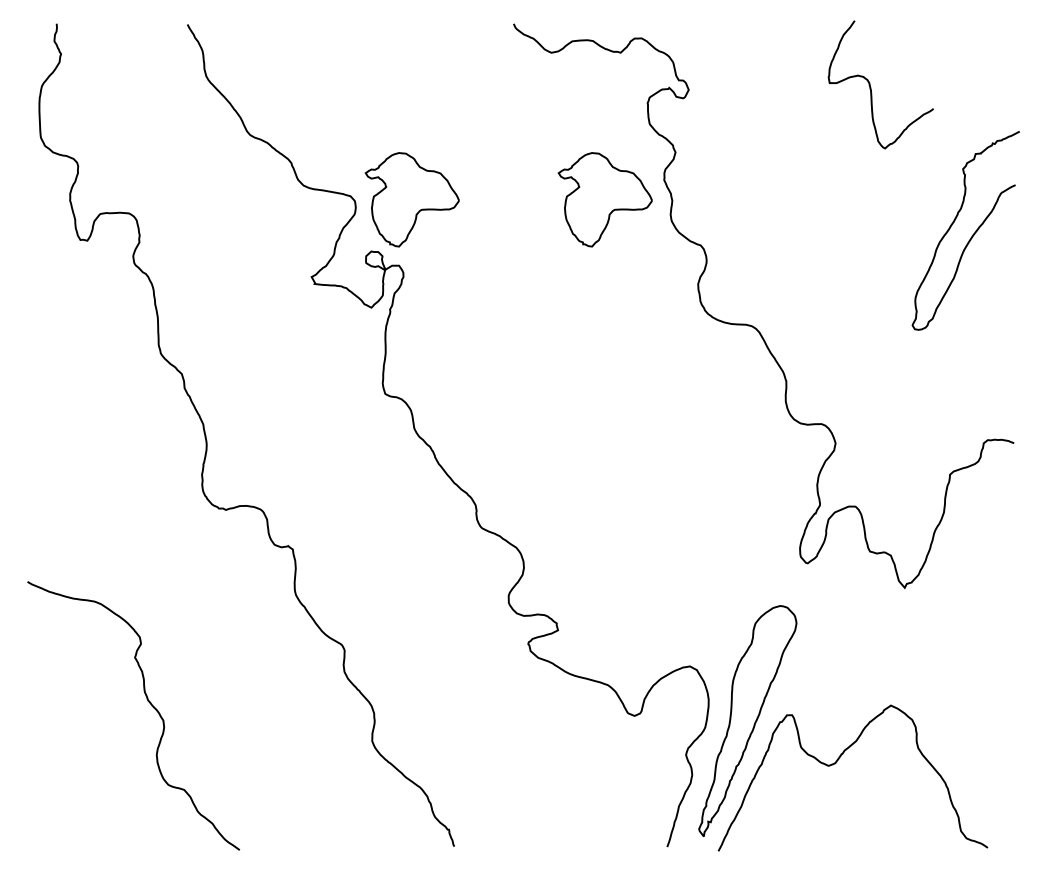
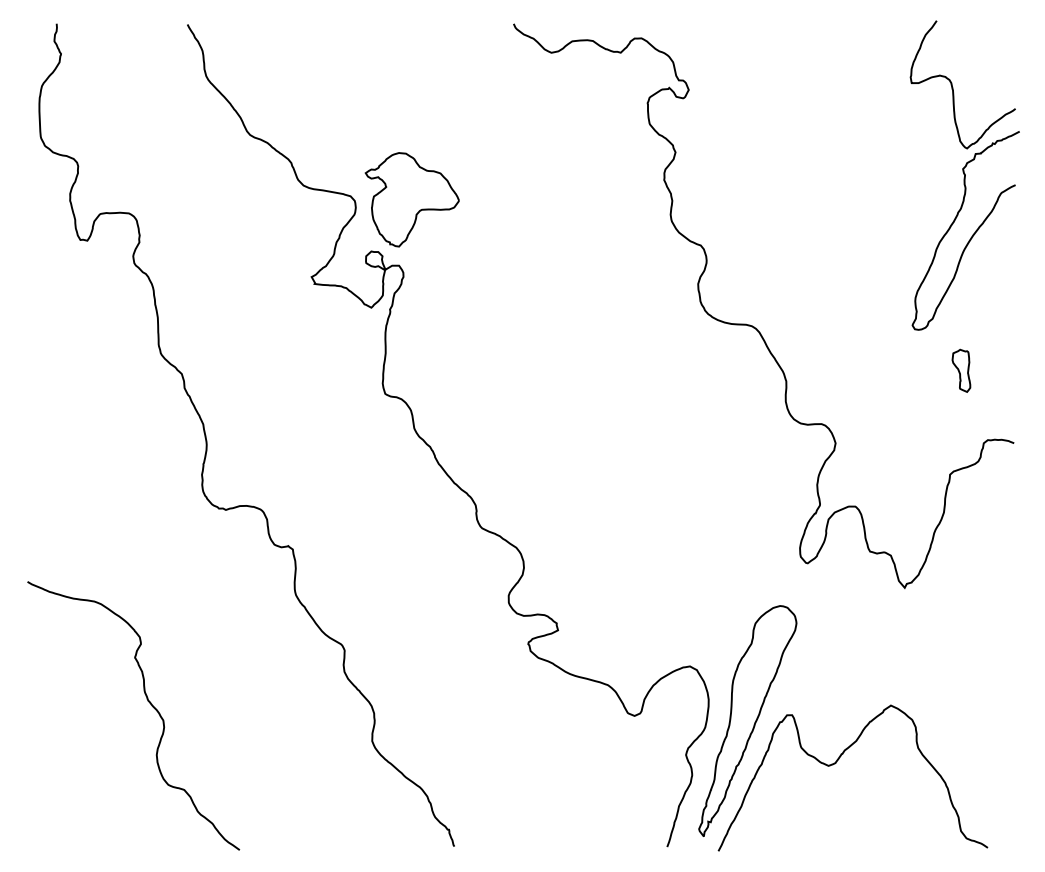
curve at (871, 87) position: (871, 87) -> (953, 87)
part at (604, 199): present -> none
part at (961, 370): none -> present
